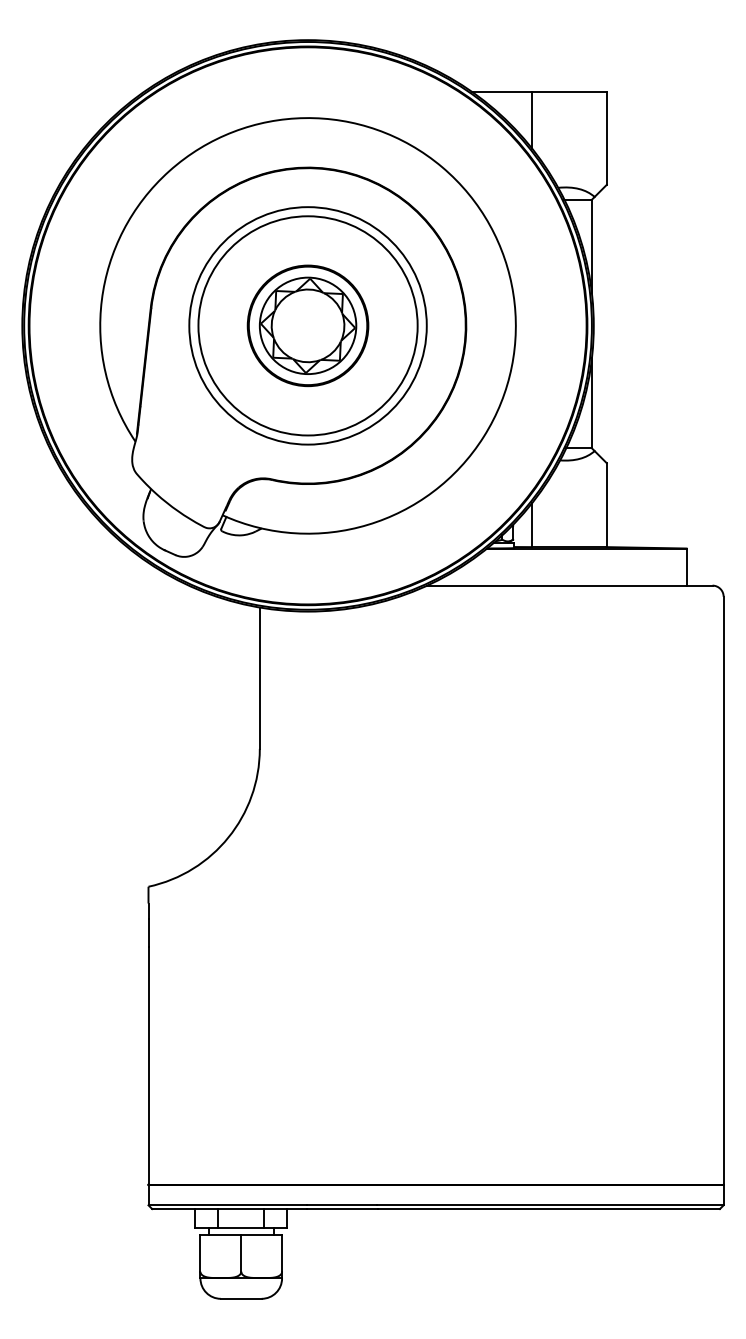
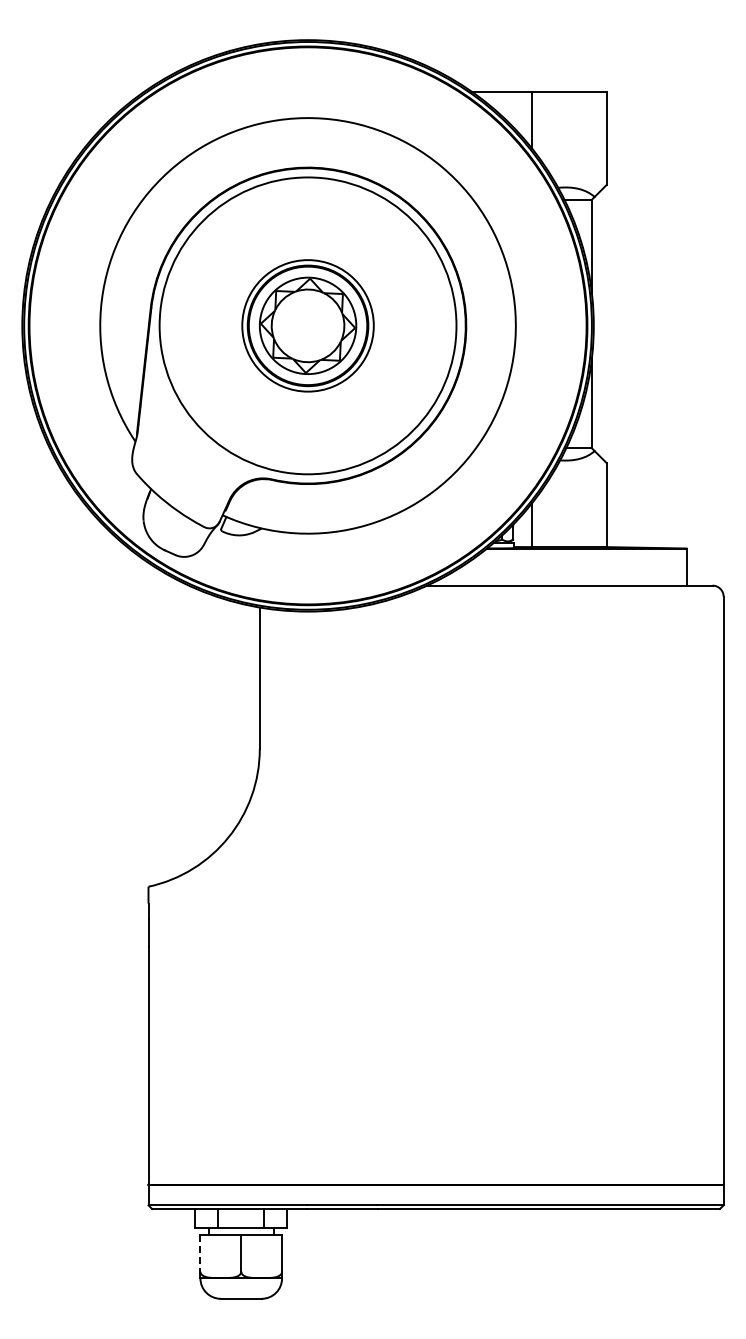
circle at (307, 325) diameter: 219 px -> 132 px
circle at (307, 325) diameter: 237 px -> 297 px
line at (200, 1253): solid -> dashed
